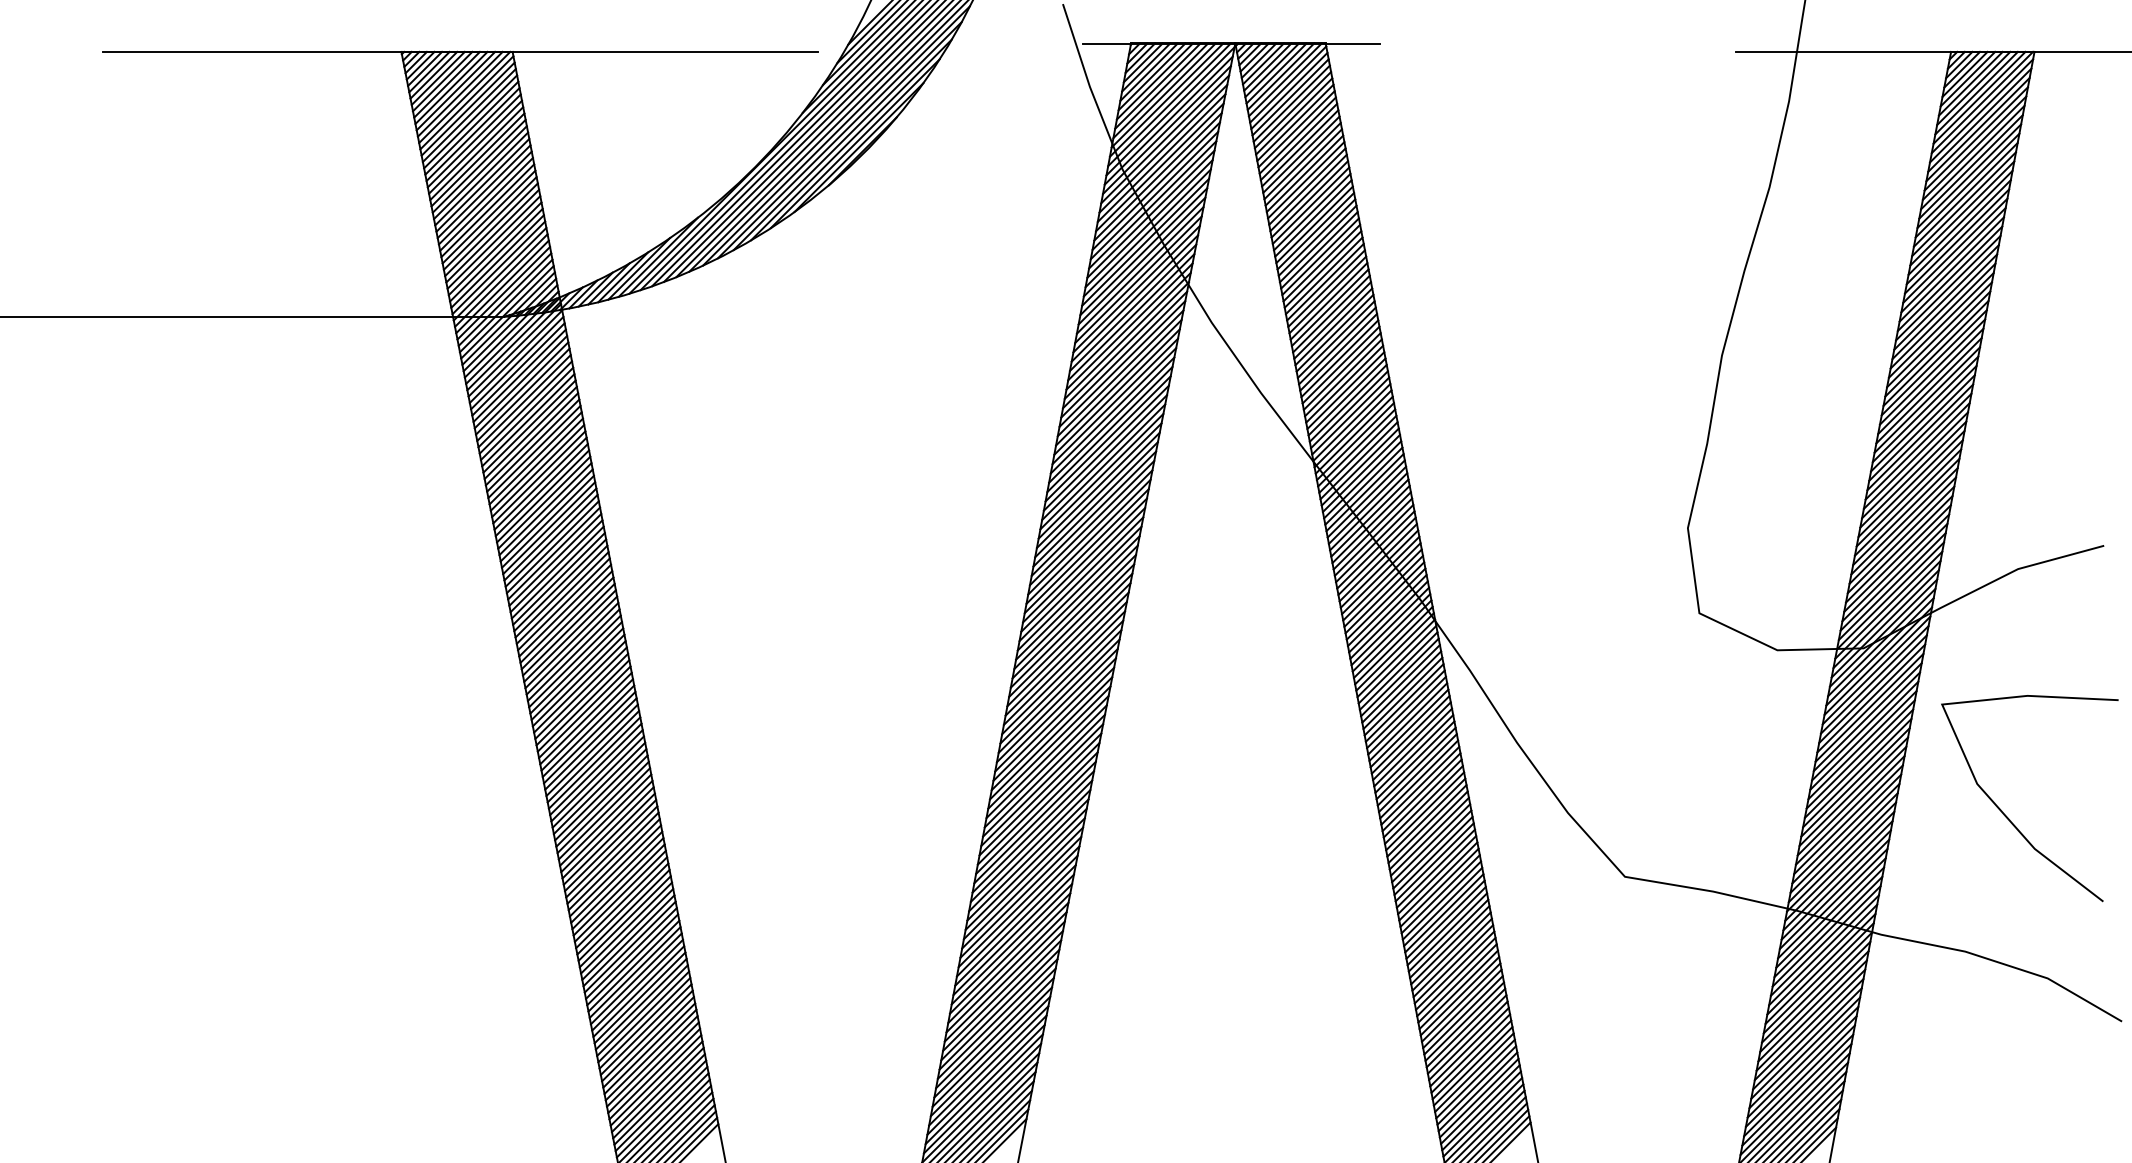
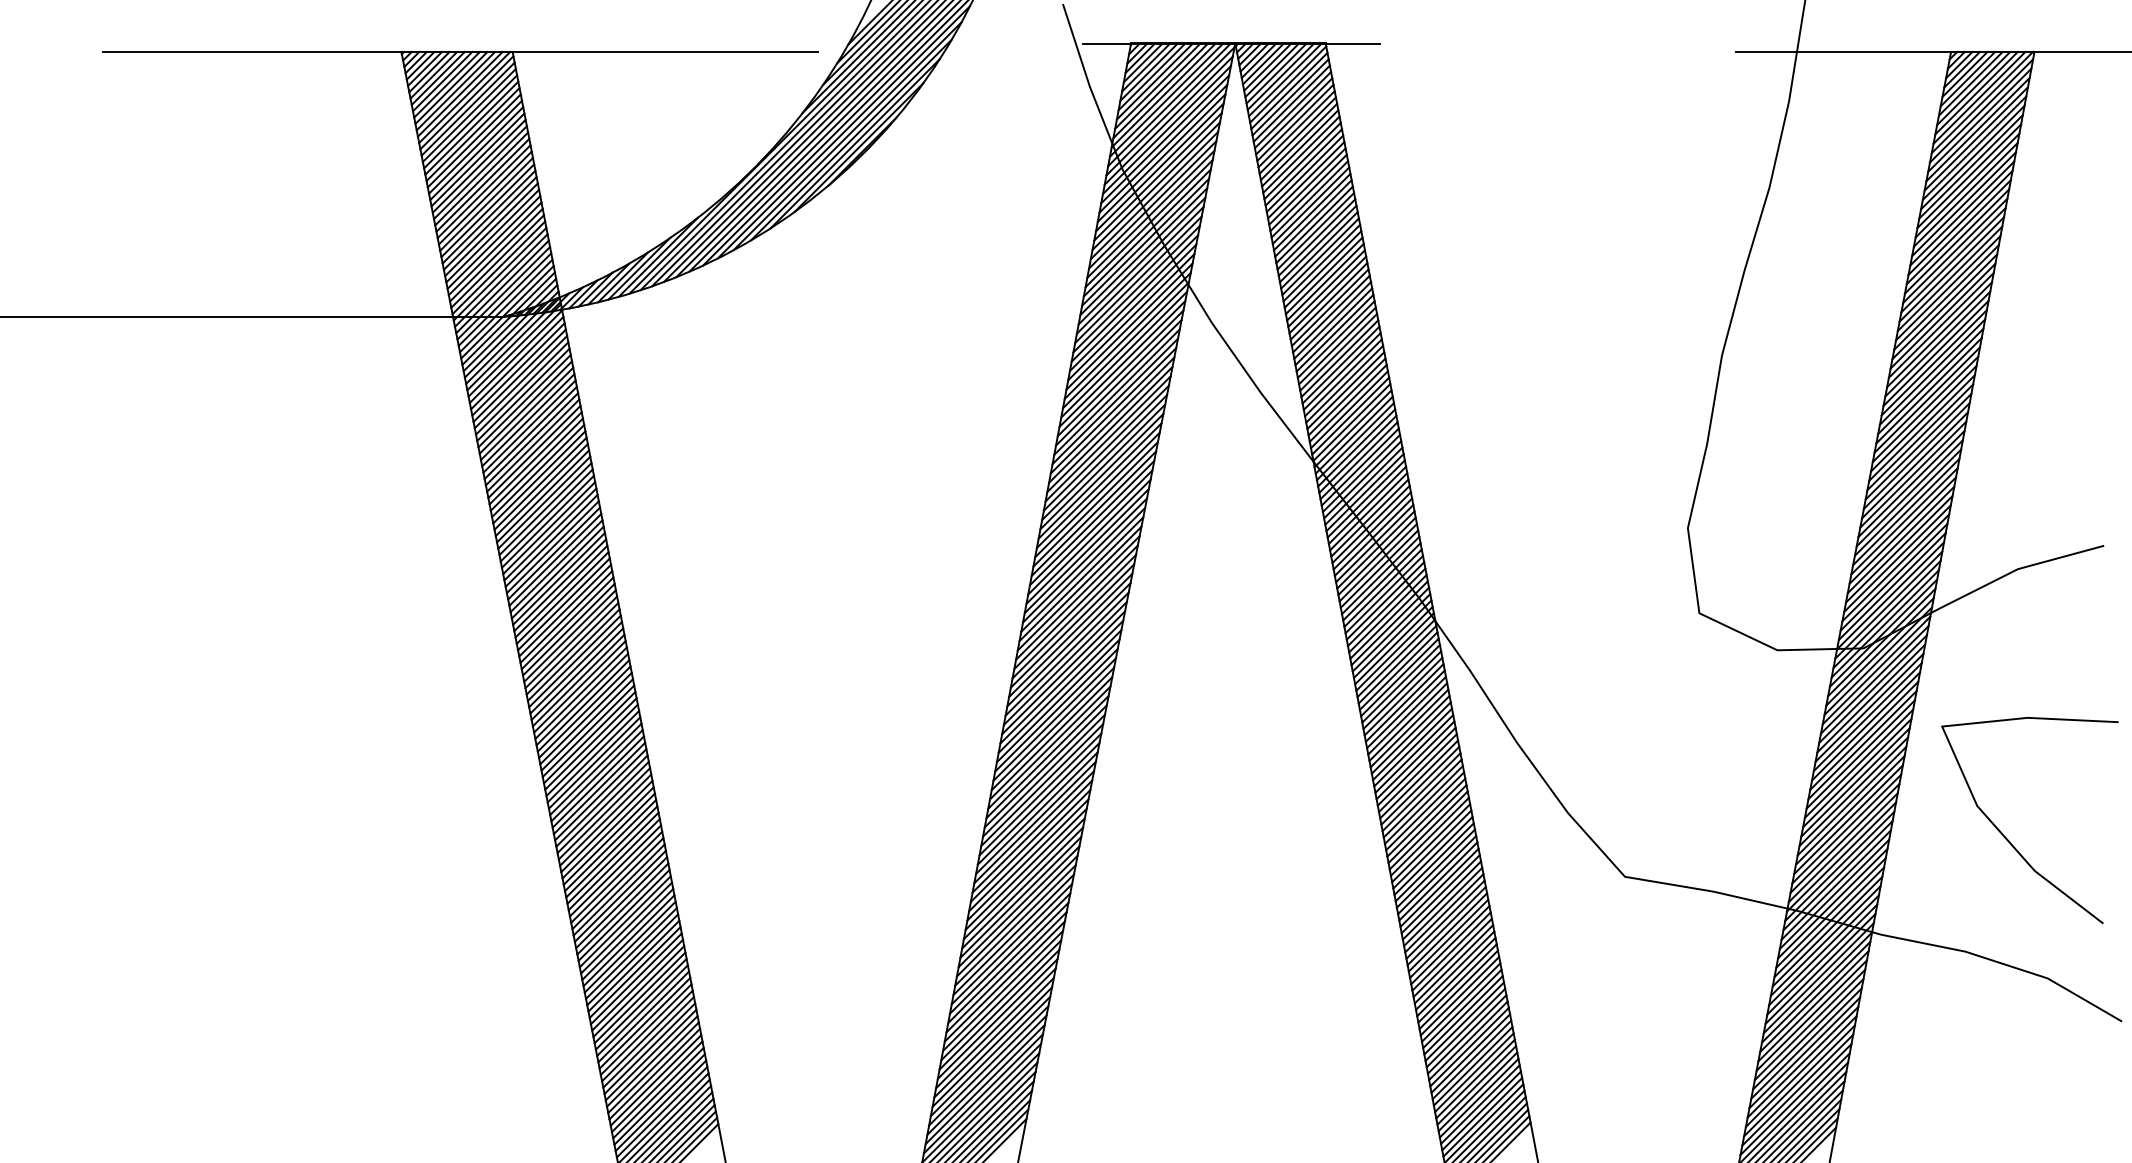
curve at (2009, 818) position: (2009, 818) -> (2009, 840)
